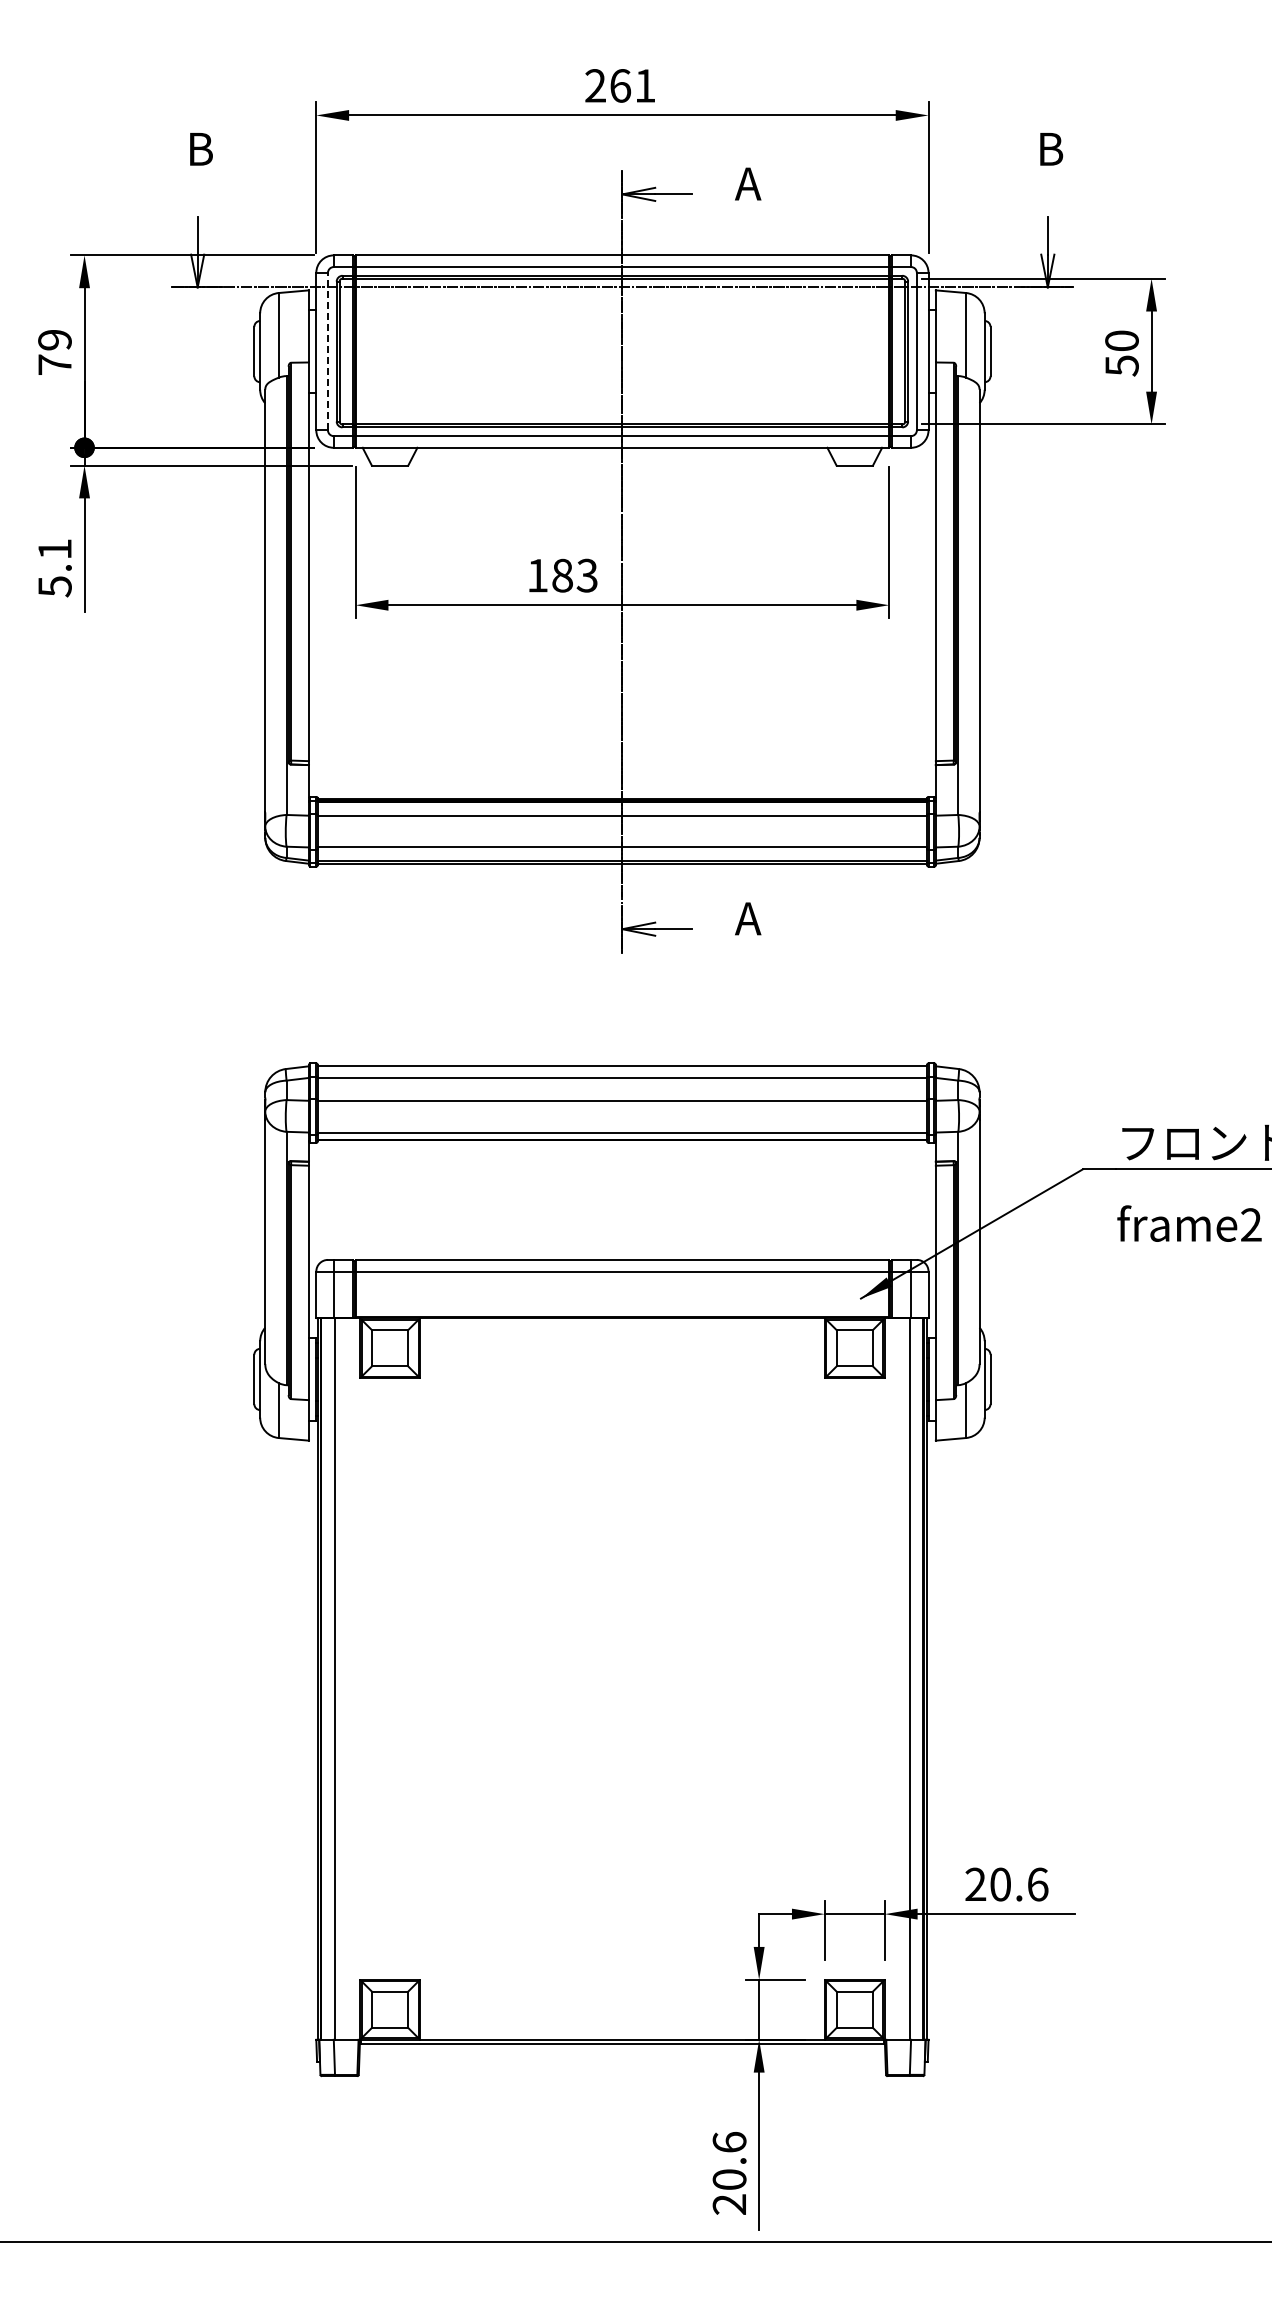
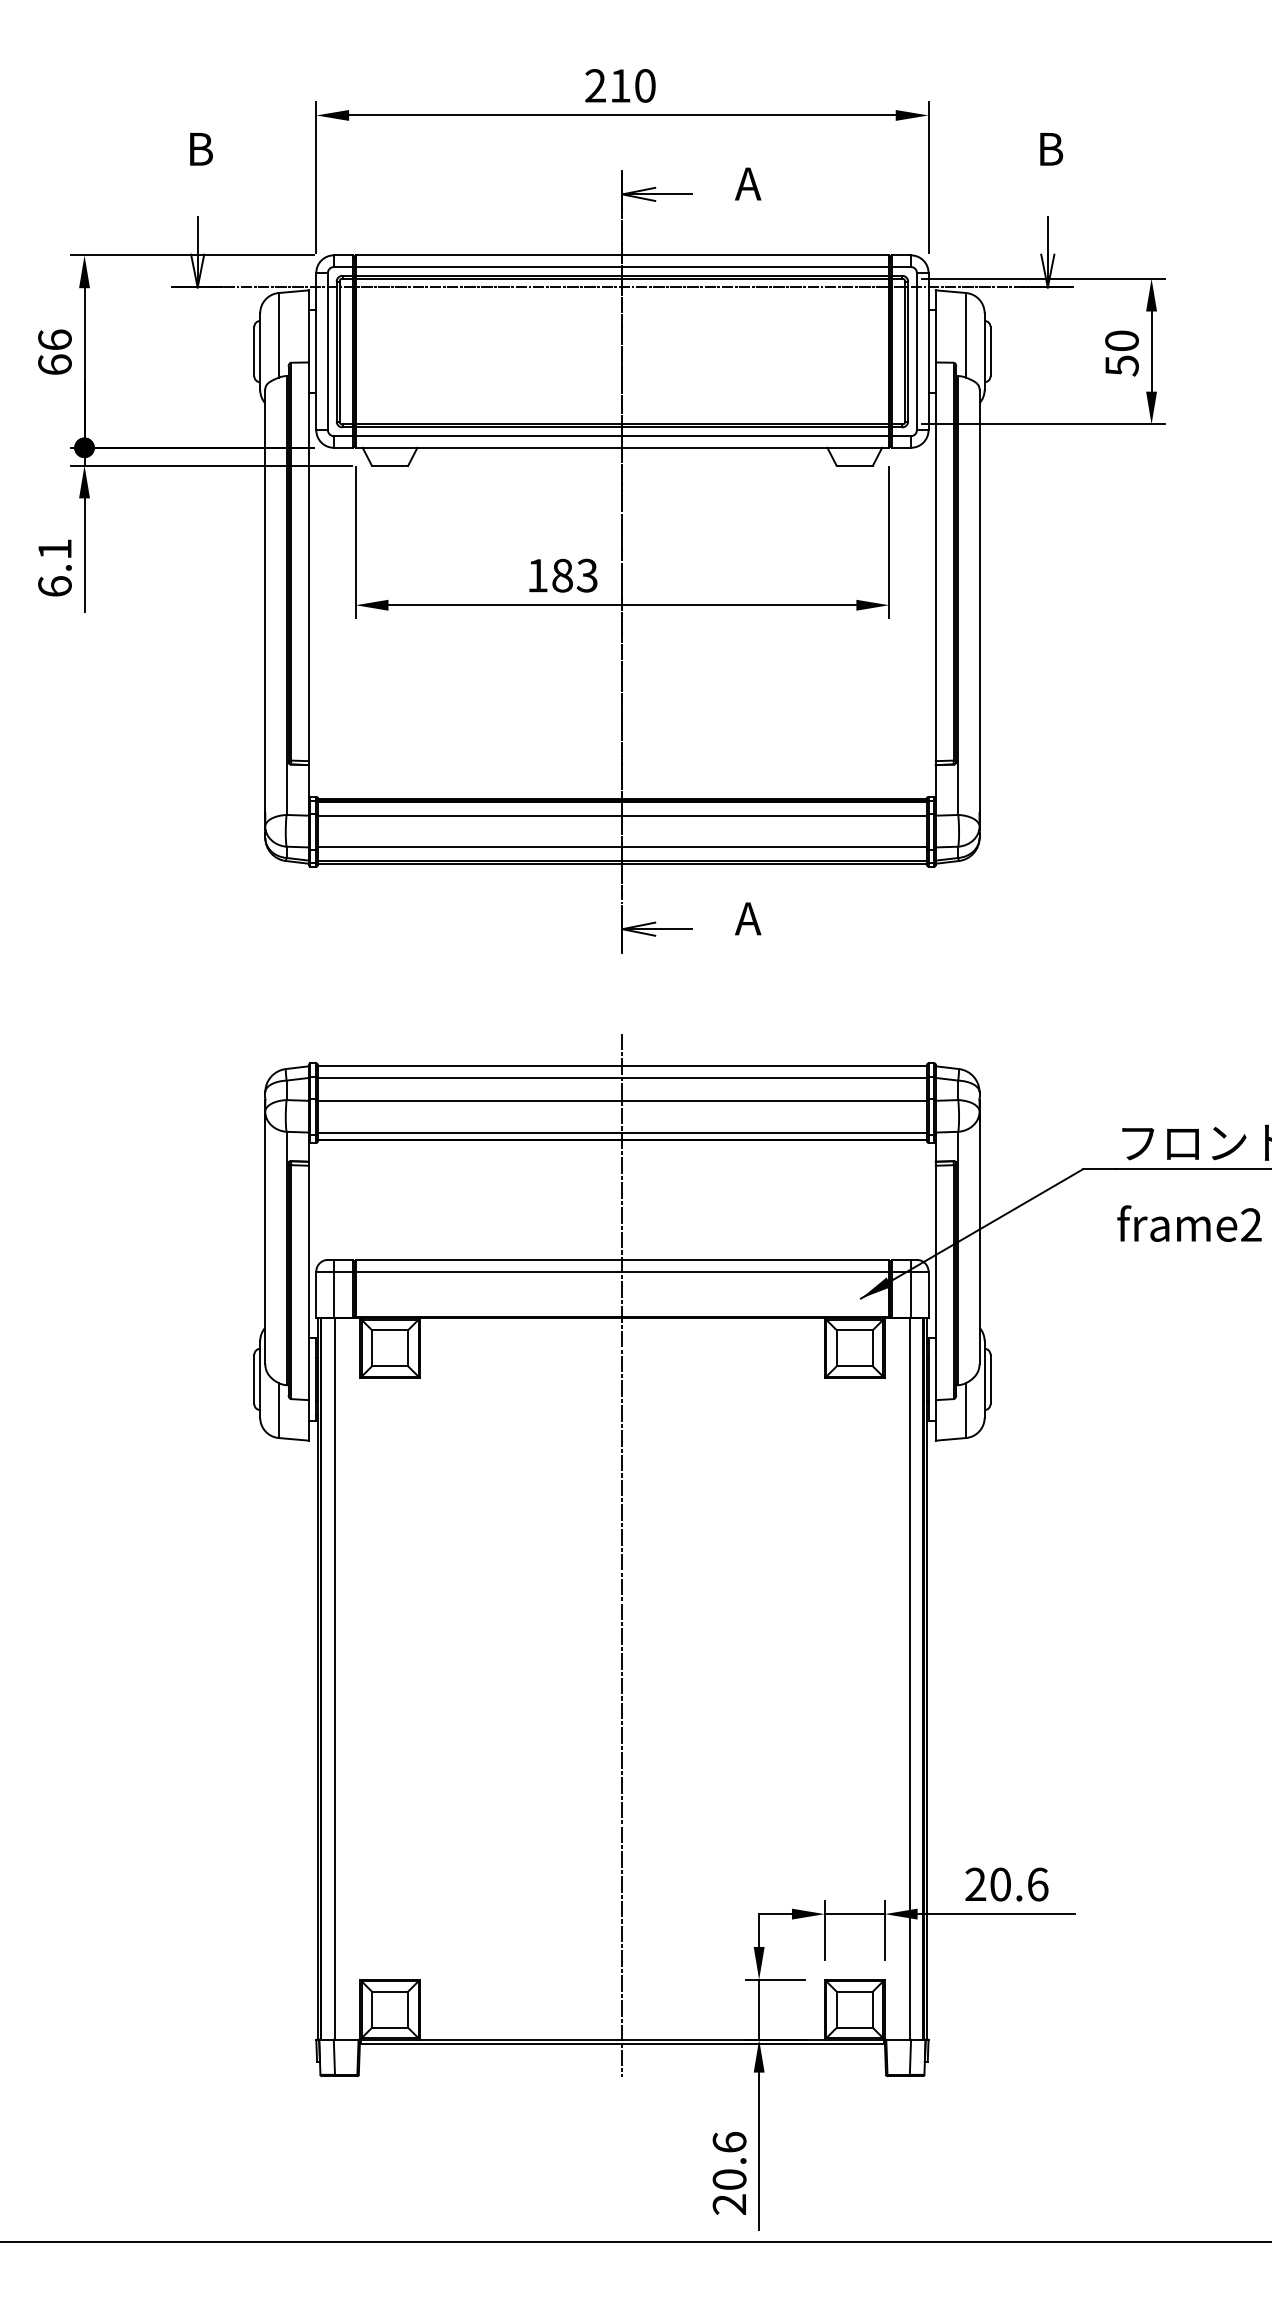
text at (632, 85): 261 -> 210
text at (54, 351): 79 -> 66
line at (327, 351): dashed -> solid
text at (54, 586): 5.1 -> 6.1
line at (622, 1554): none -> present
